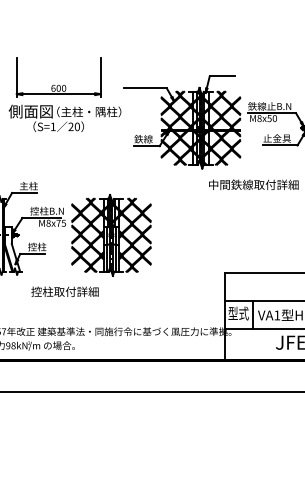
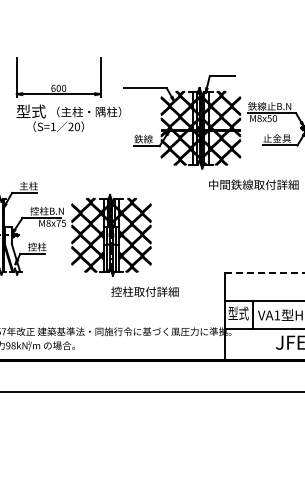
text at (30, 111): 側面図 -> 型式
line at (264, 273): solid -> dashed
text at (64, 291) position: (64, 291) -> (144, 291)
